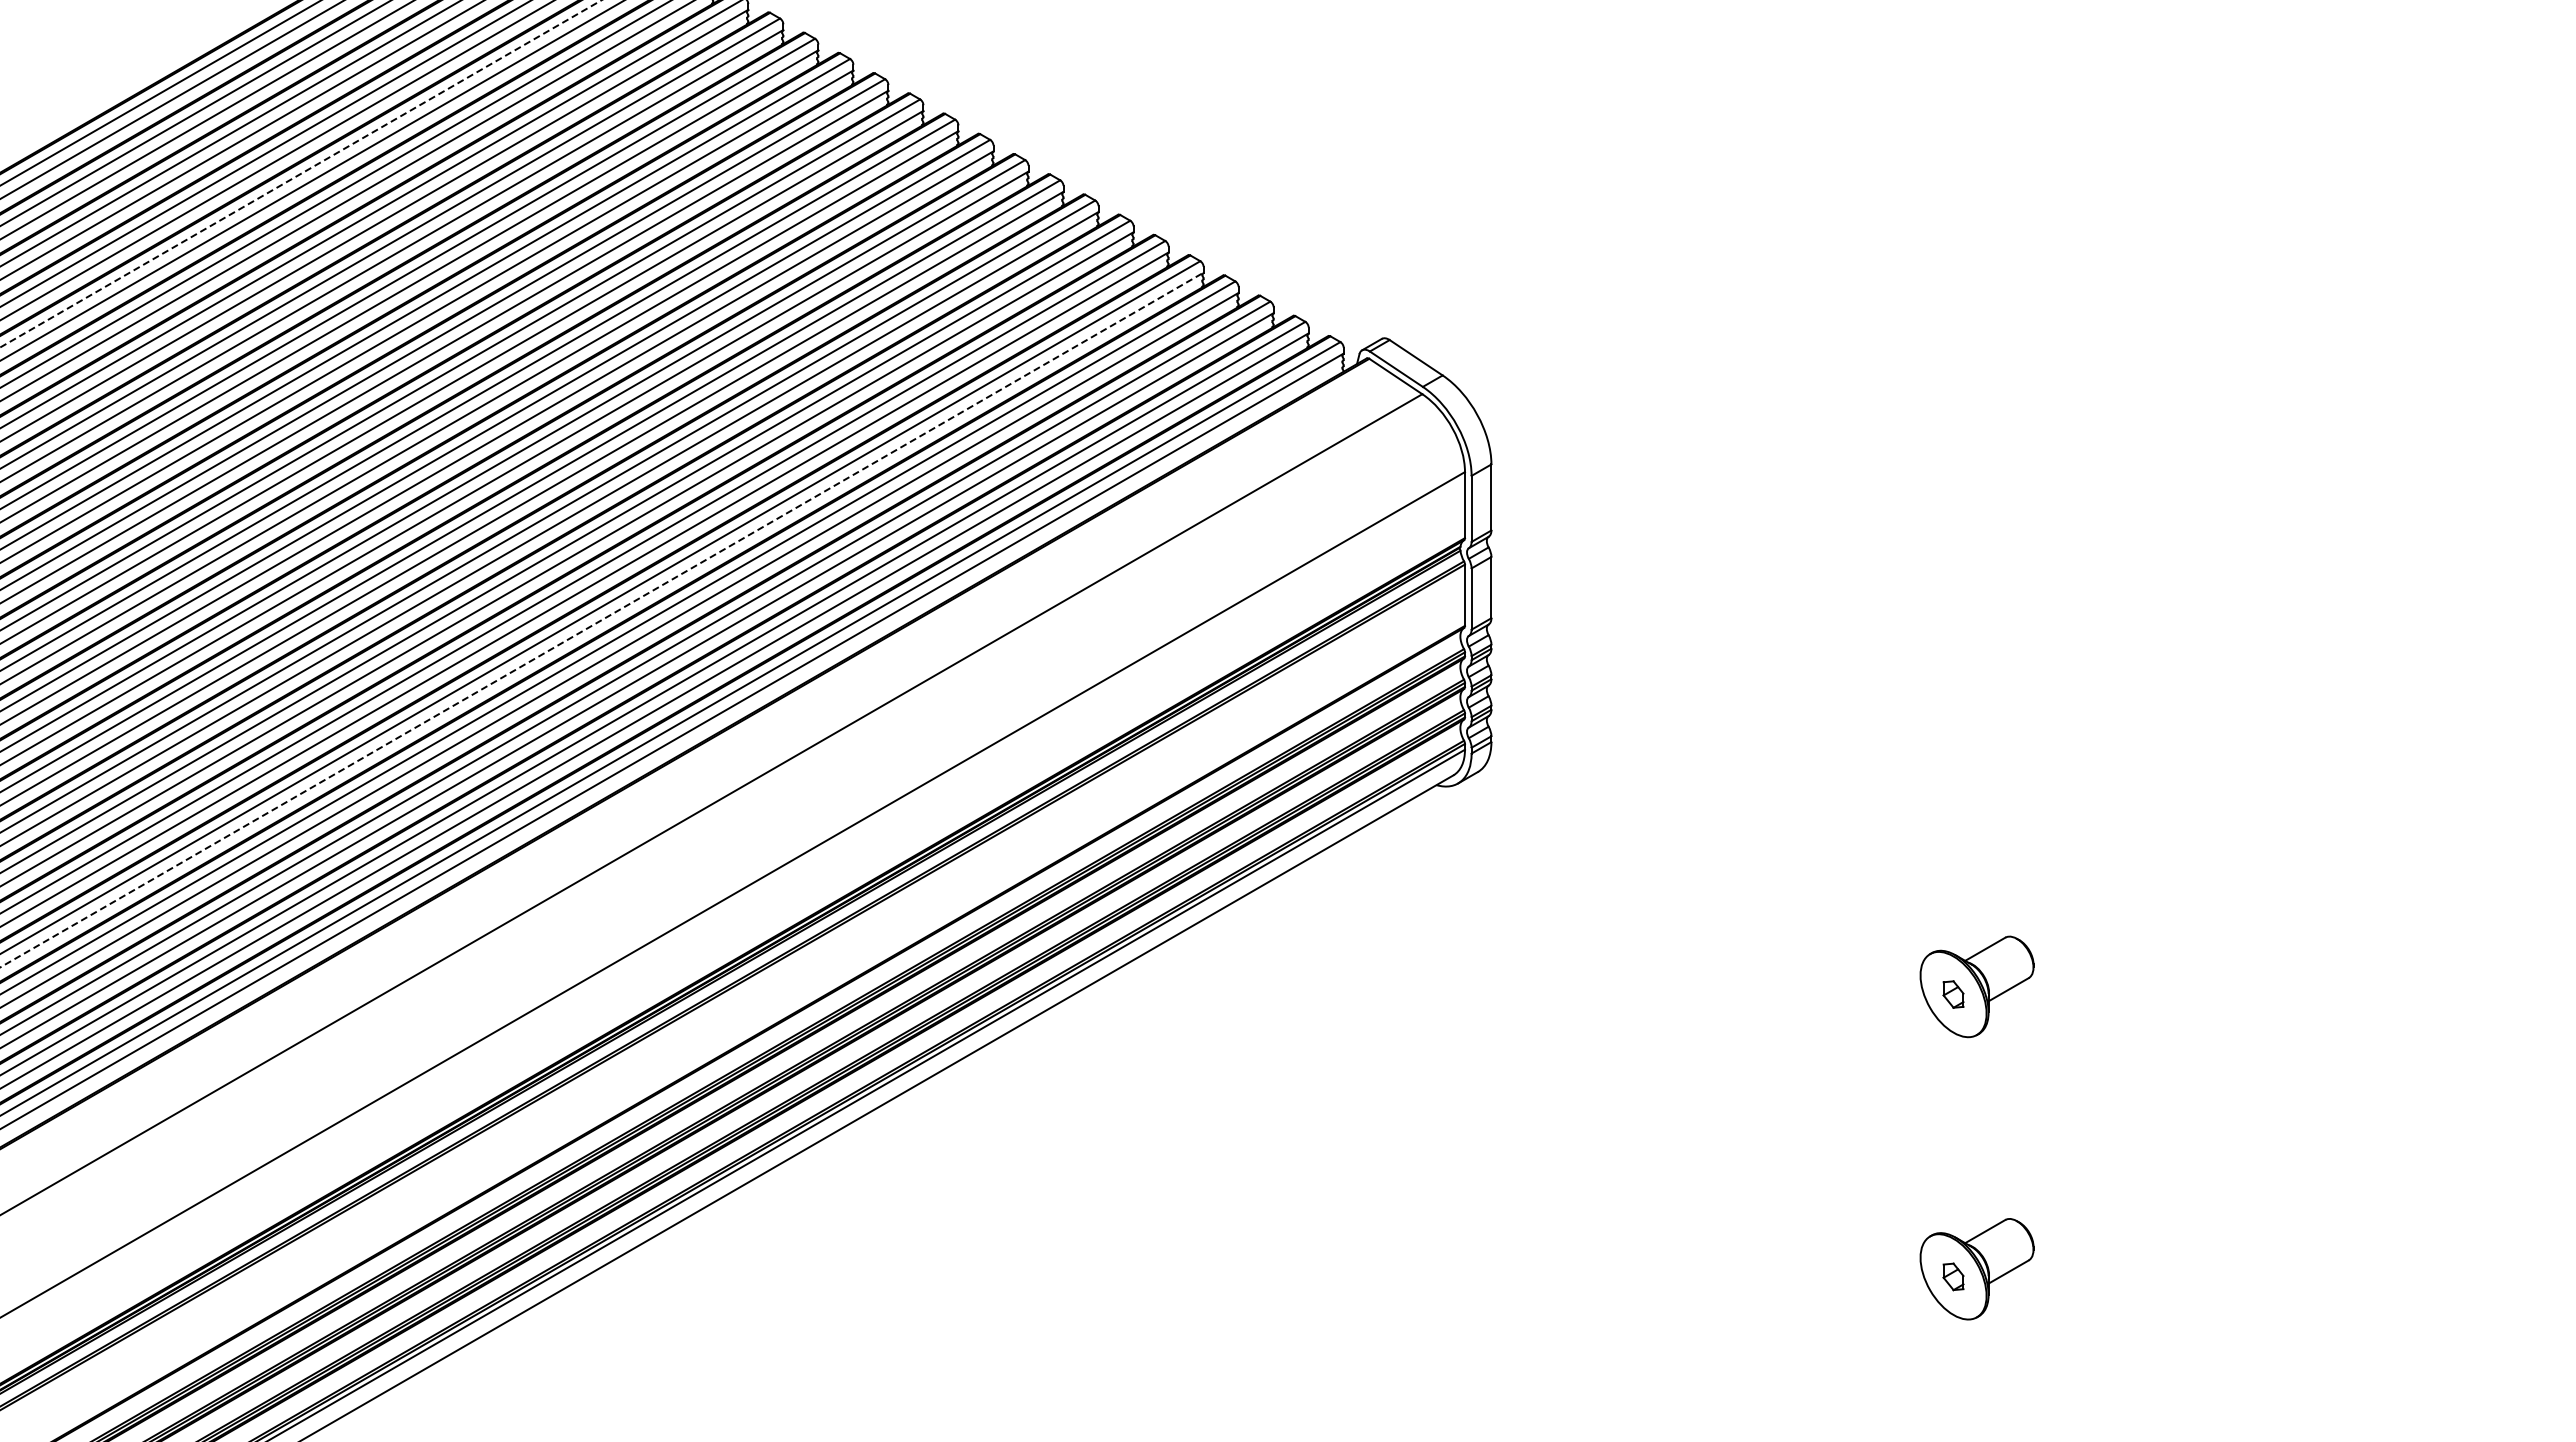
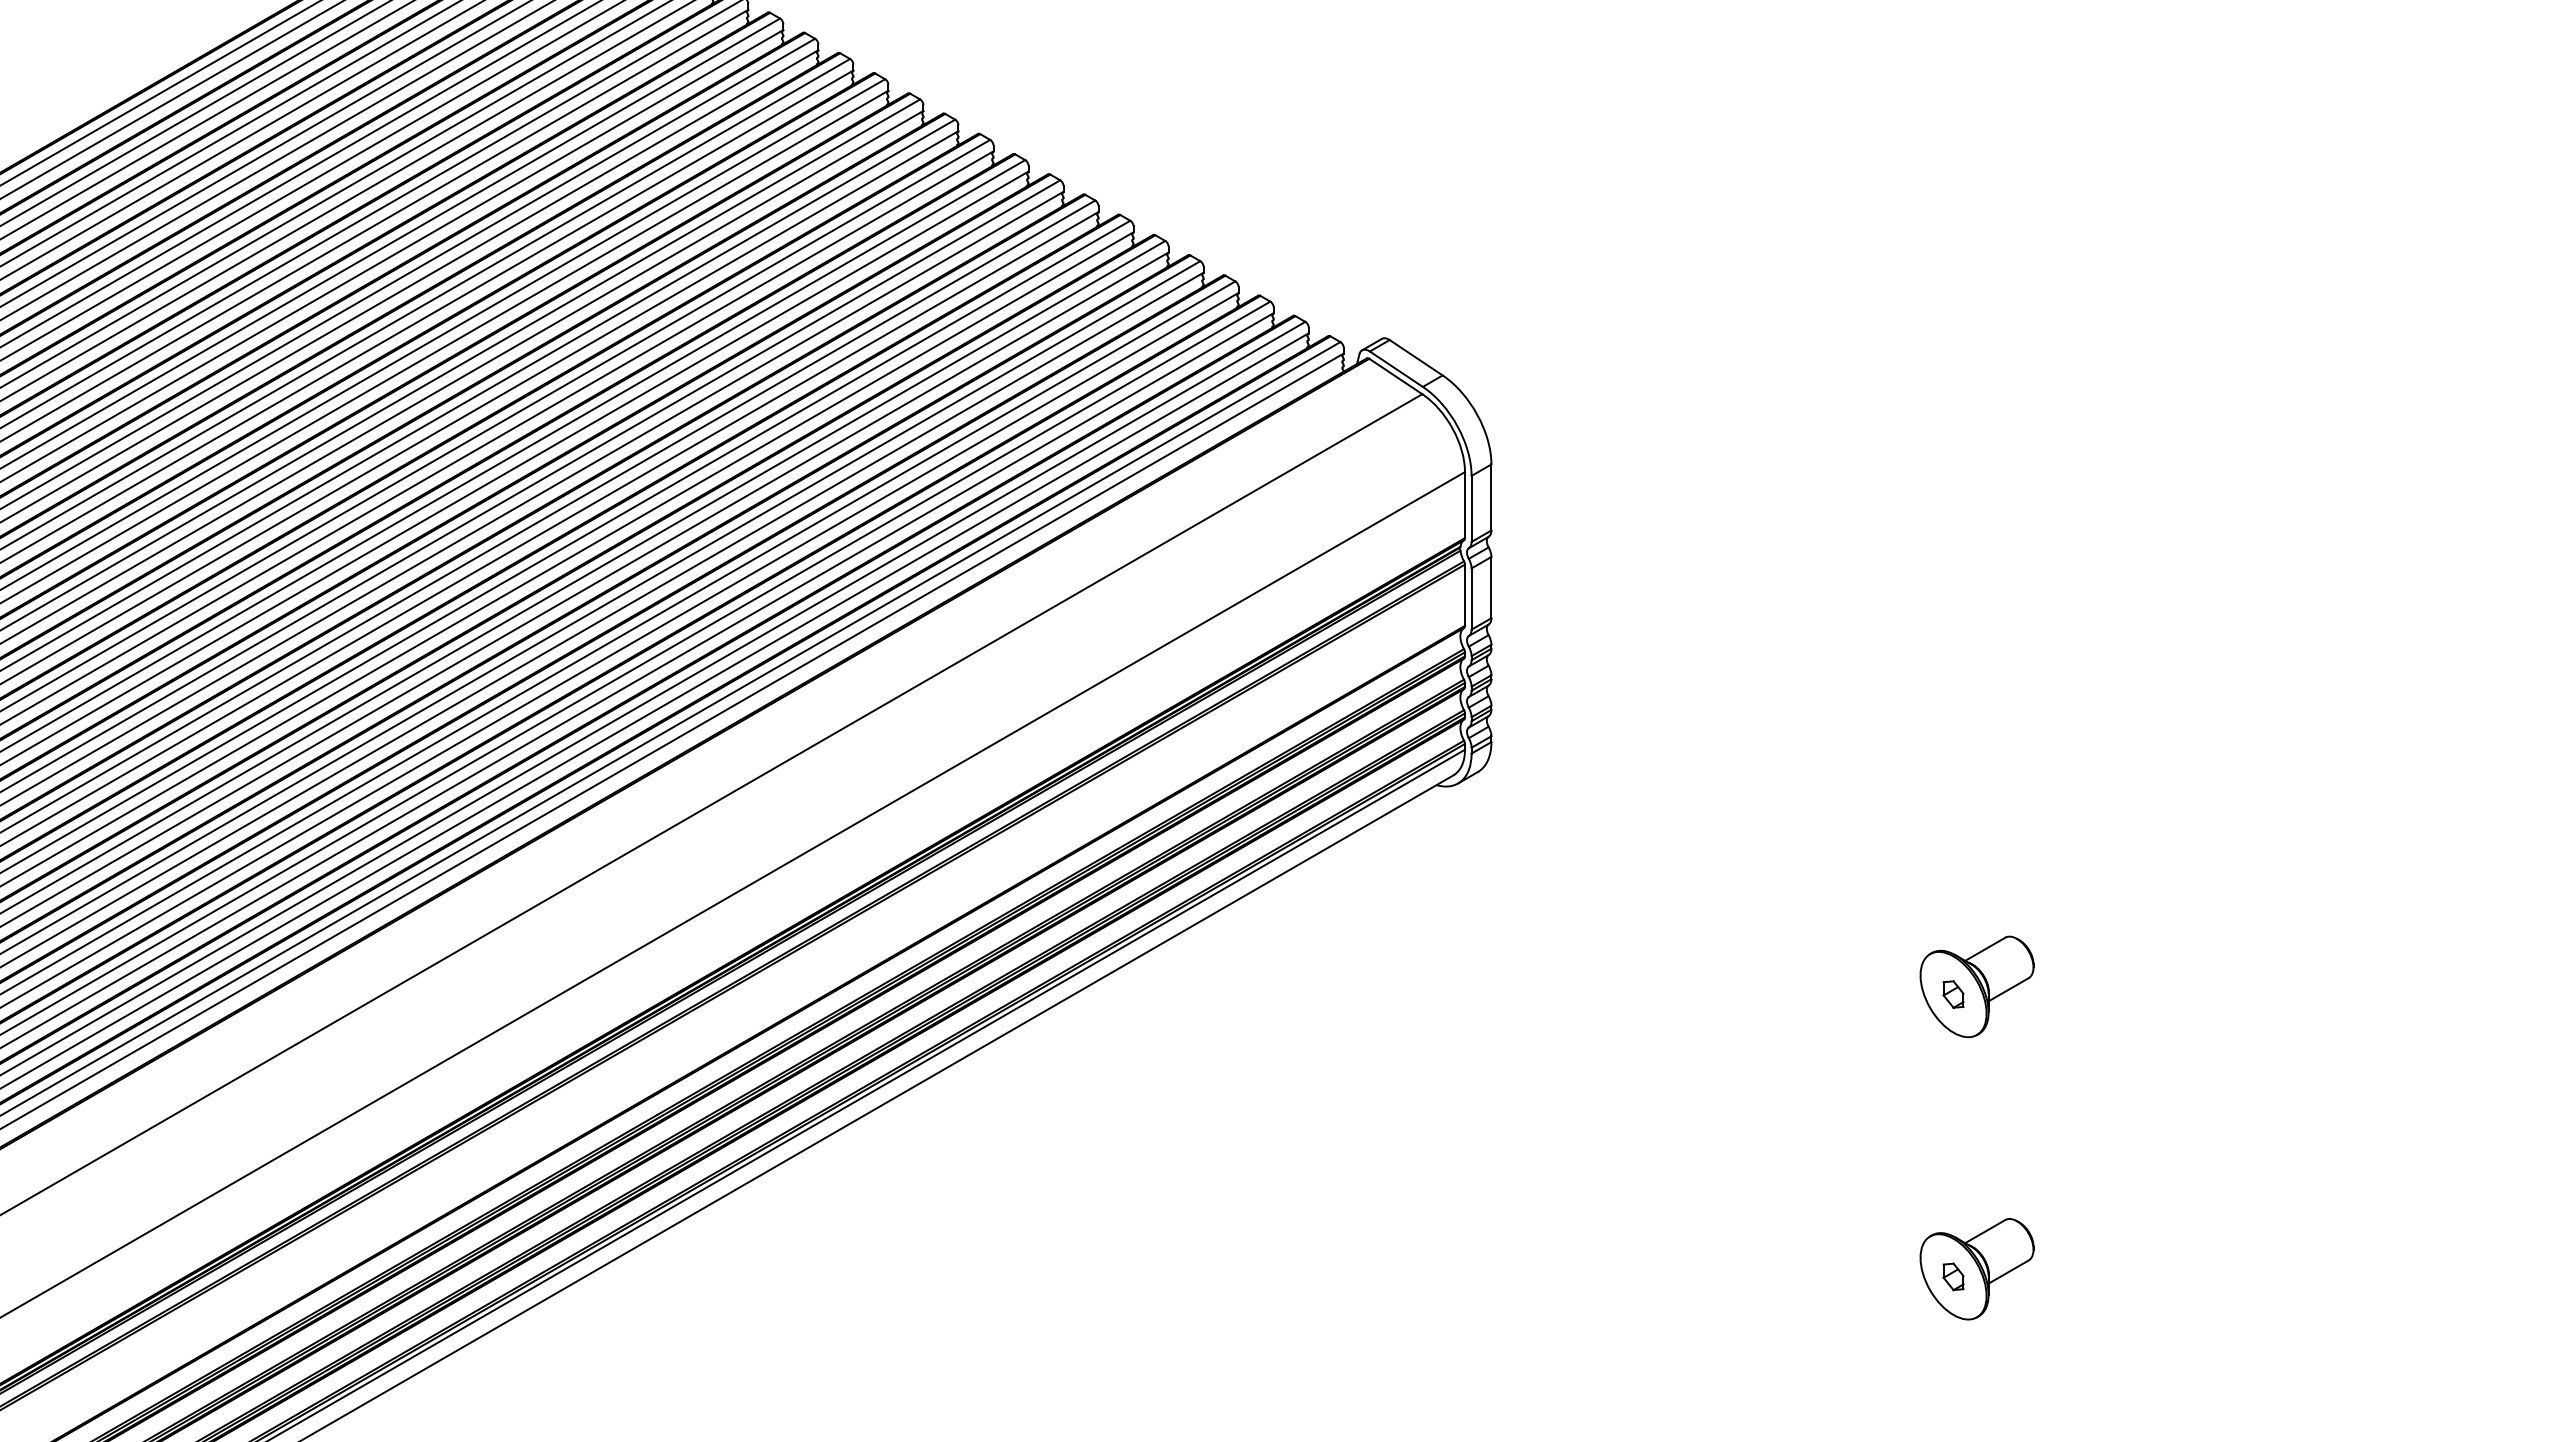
line at (301, 173): dashed -> solid
line at (601, 620): dashed -> solid
